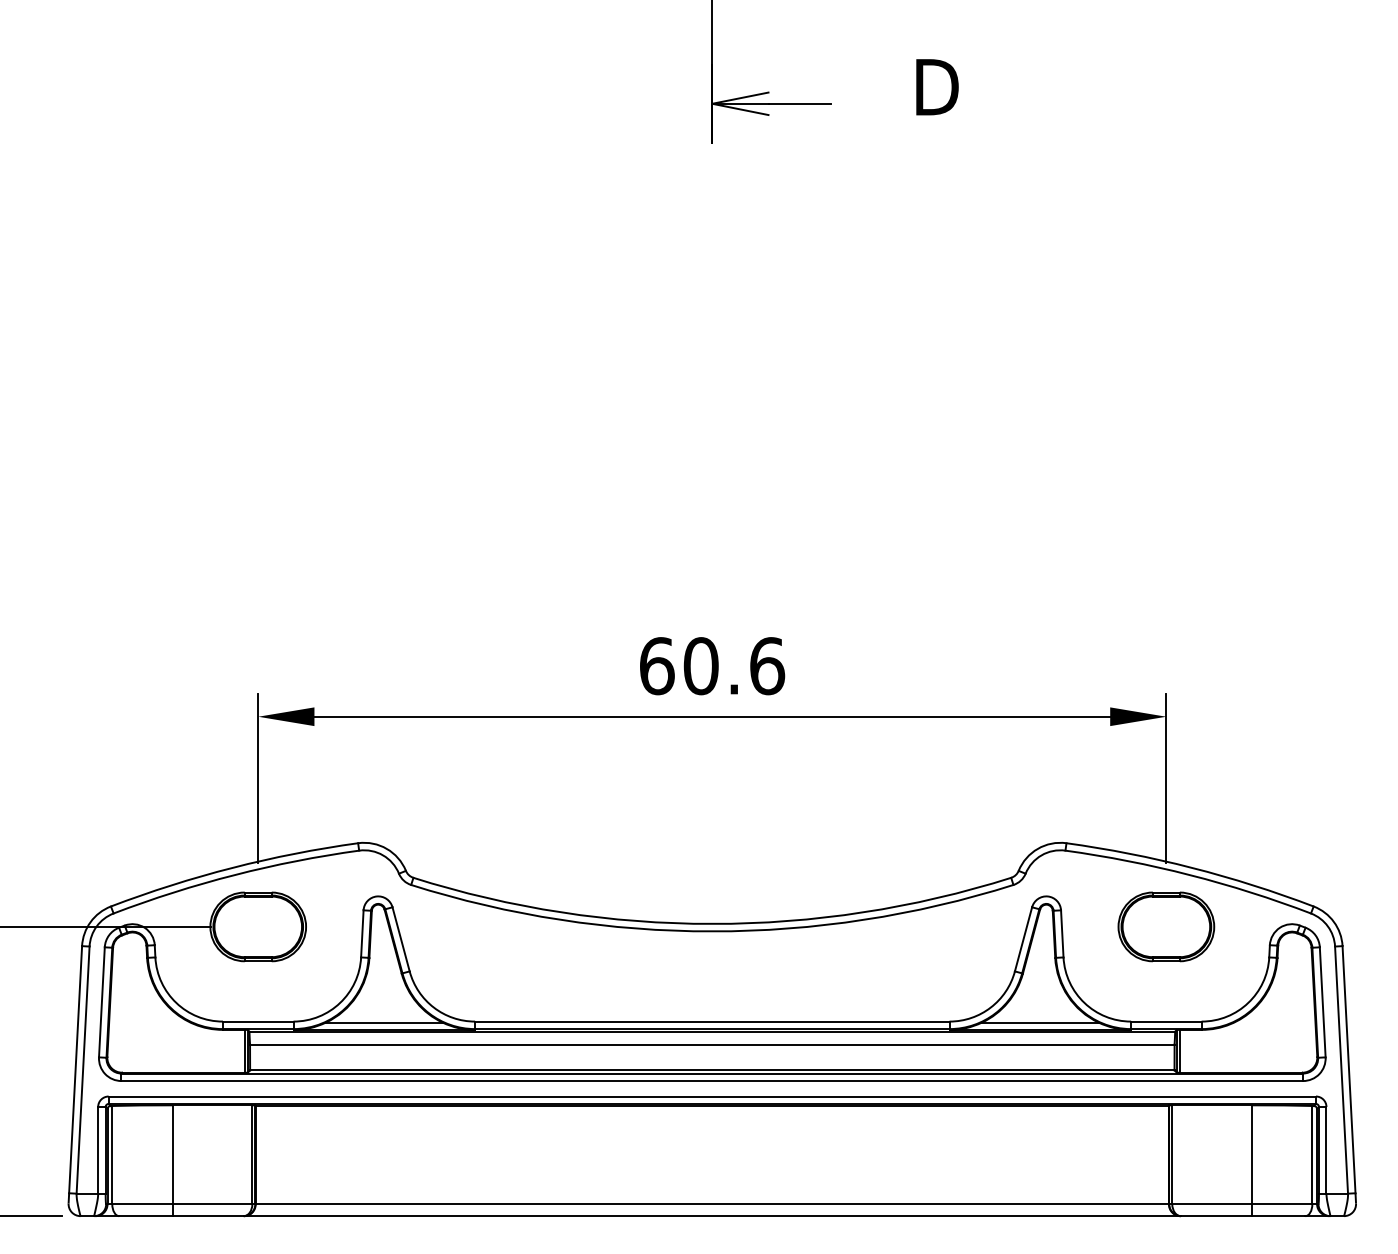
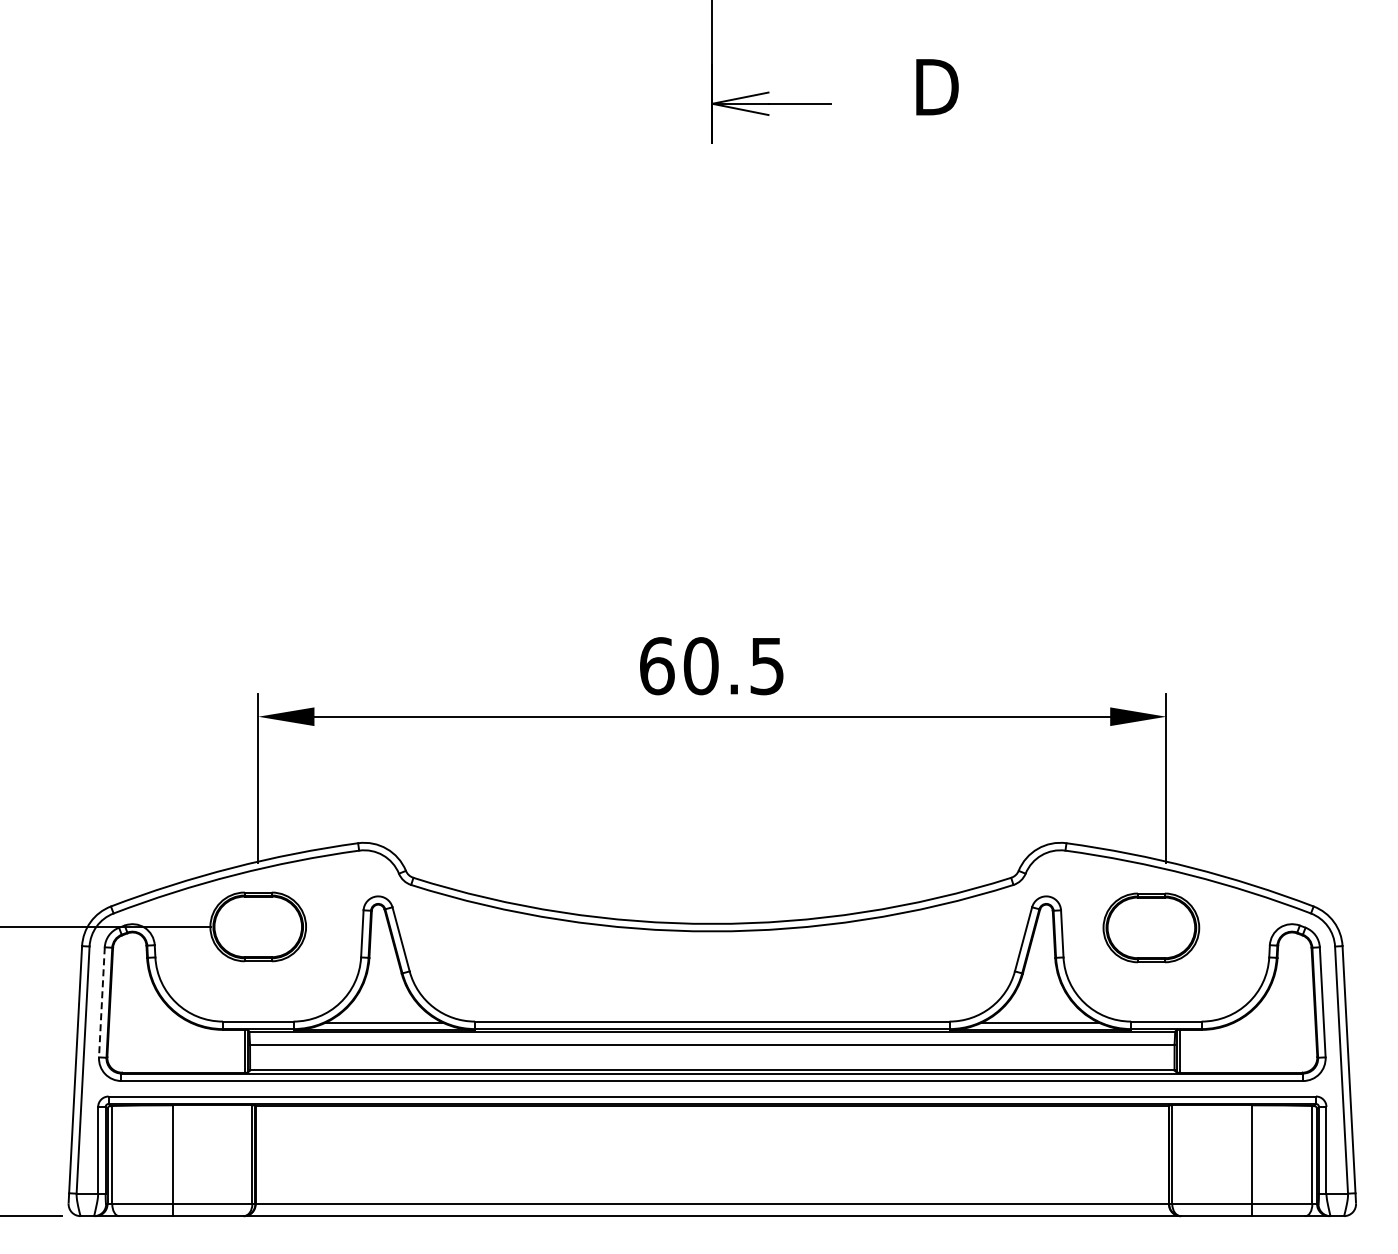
text at (767, 666): 60.6 -> 60.5
part at (1166, 926) position: (1166, 926) -> (1151, 927)
line at (101, 1002): solid -> dashed
